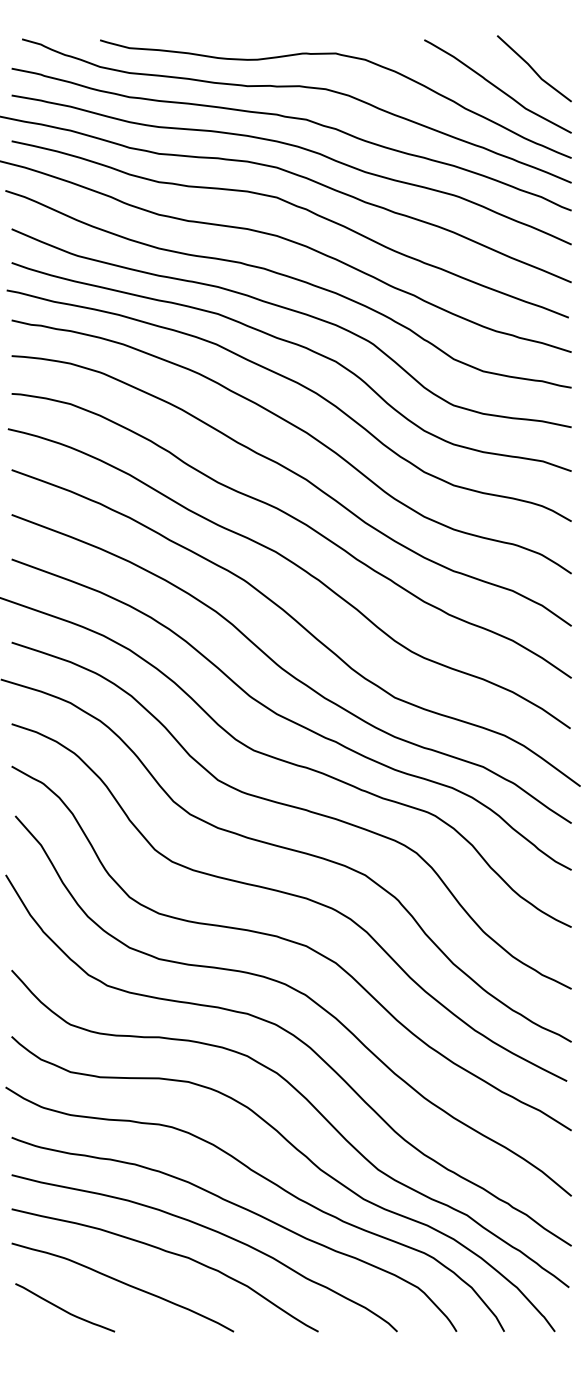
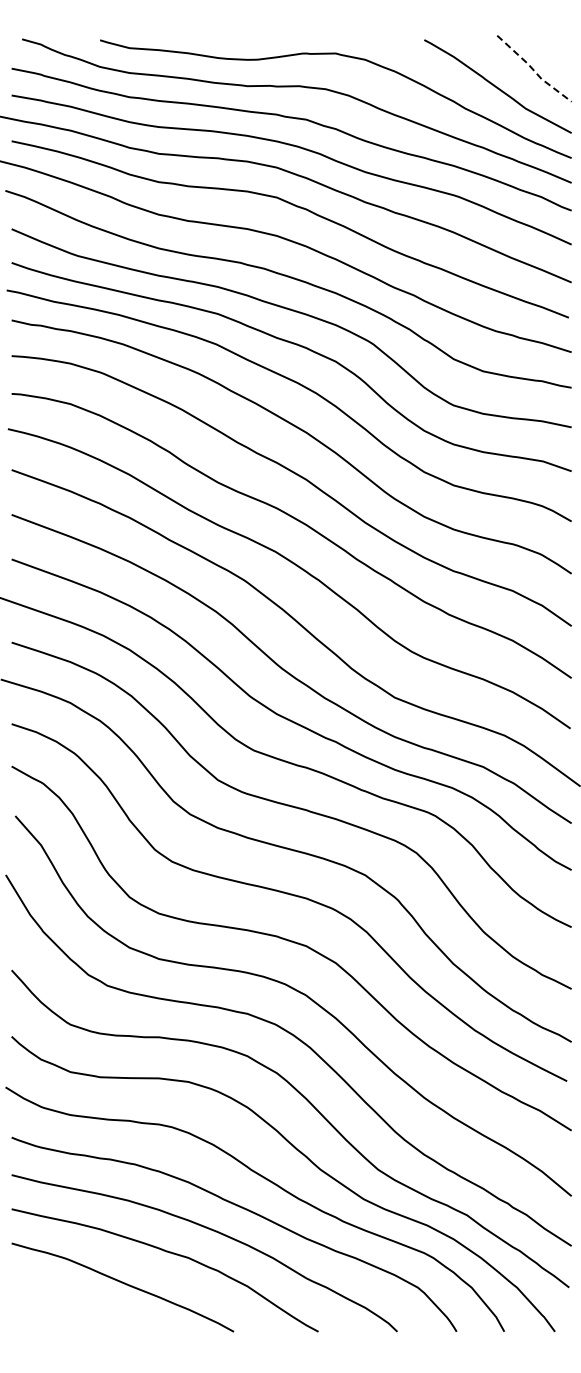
line at (533, 70): solid -> dashed
curve at (64, 1309): present -> none
